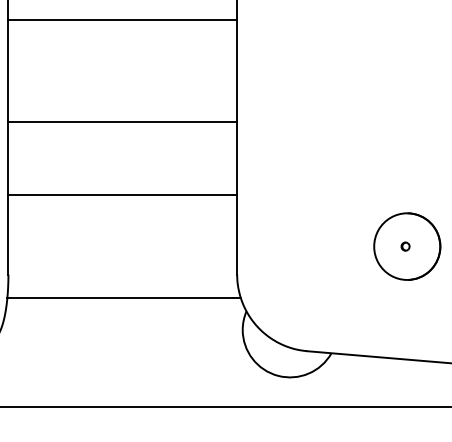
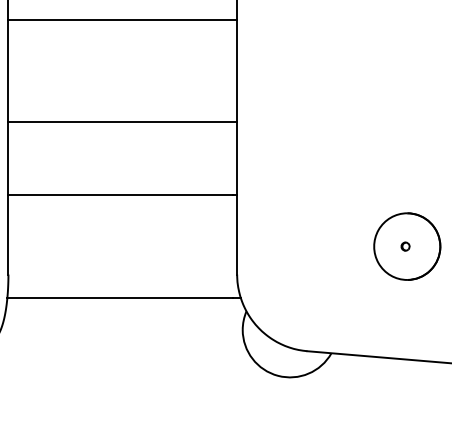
line at (225, 406): present -> none
